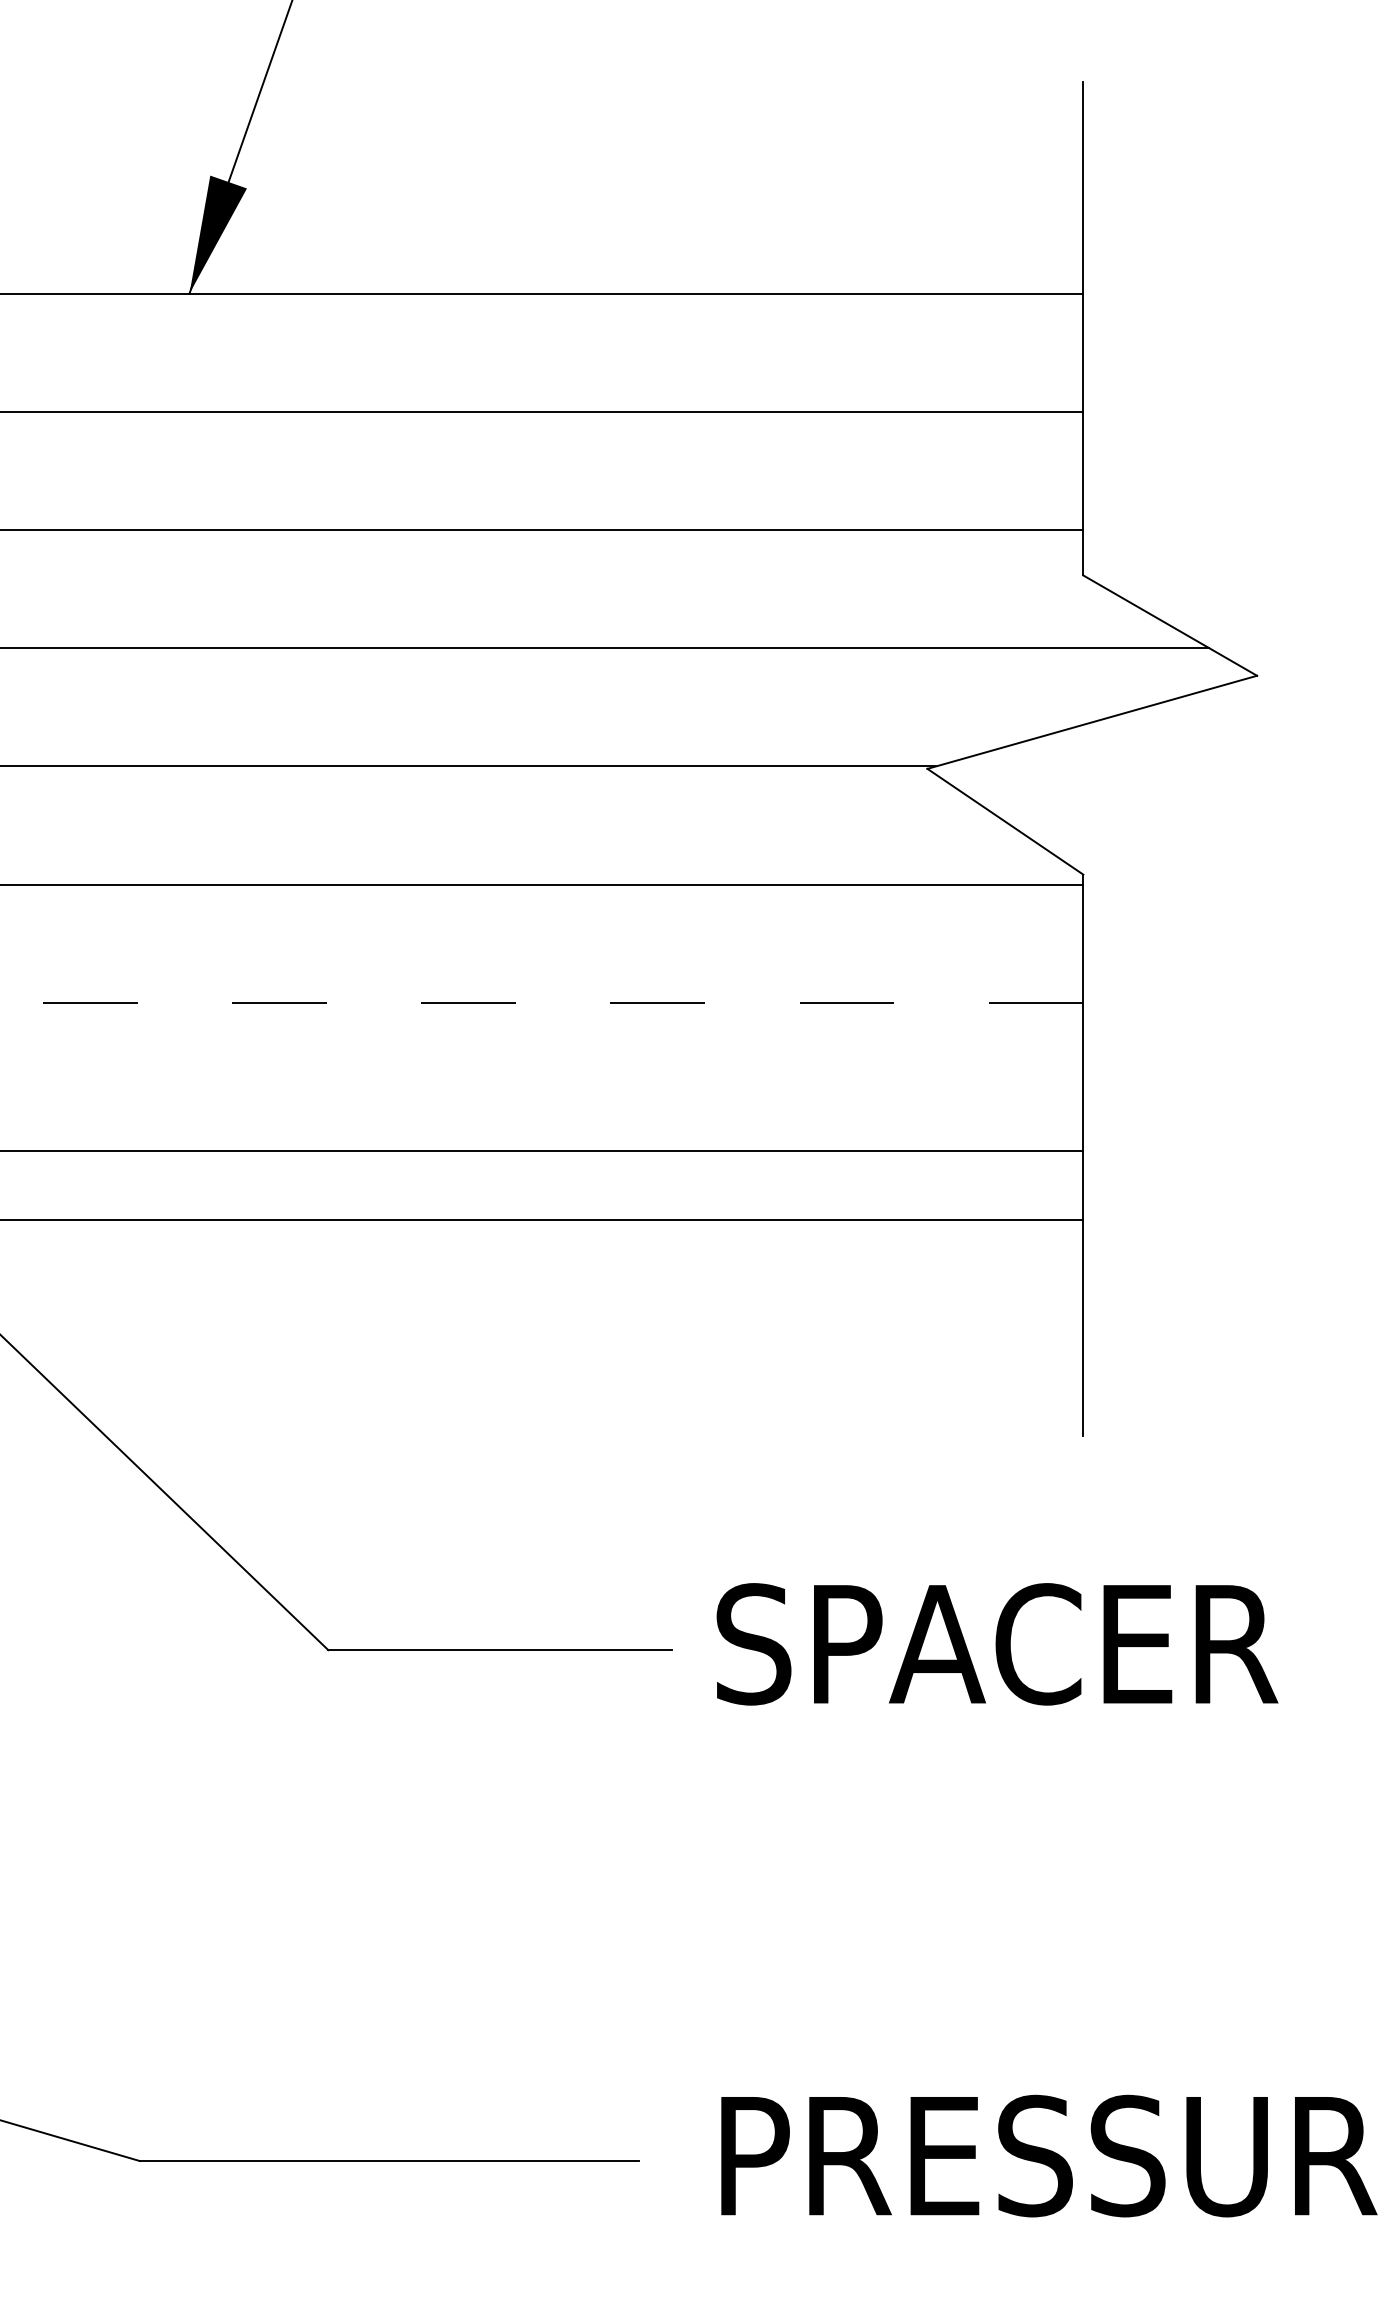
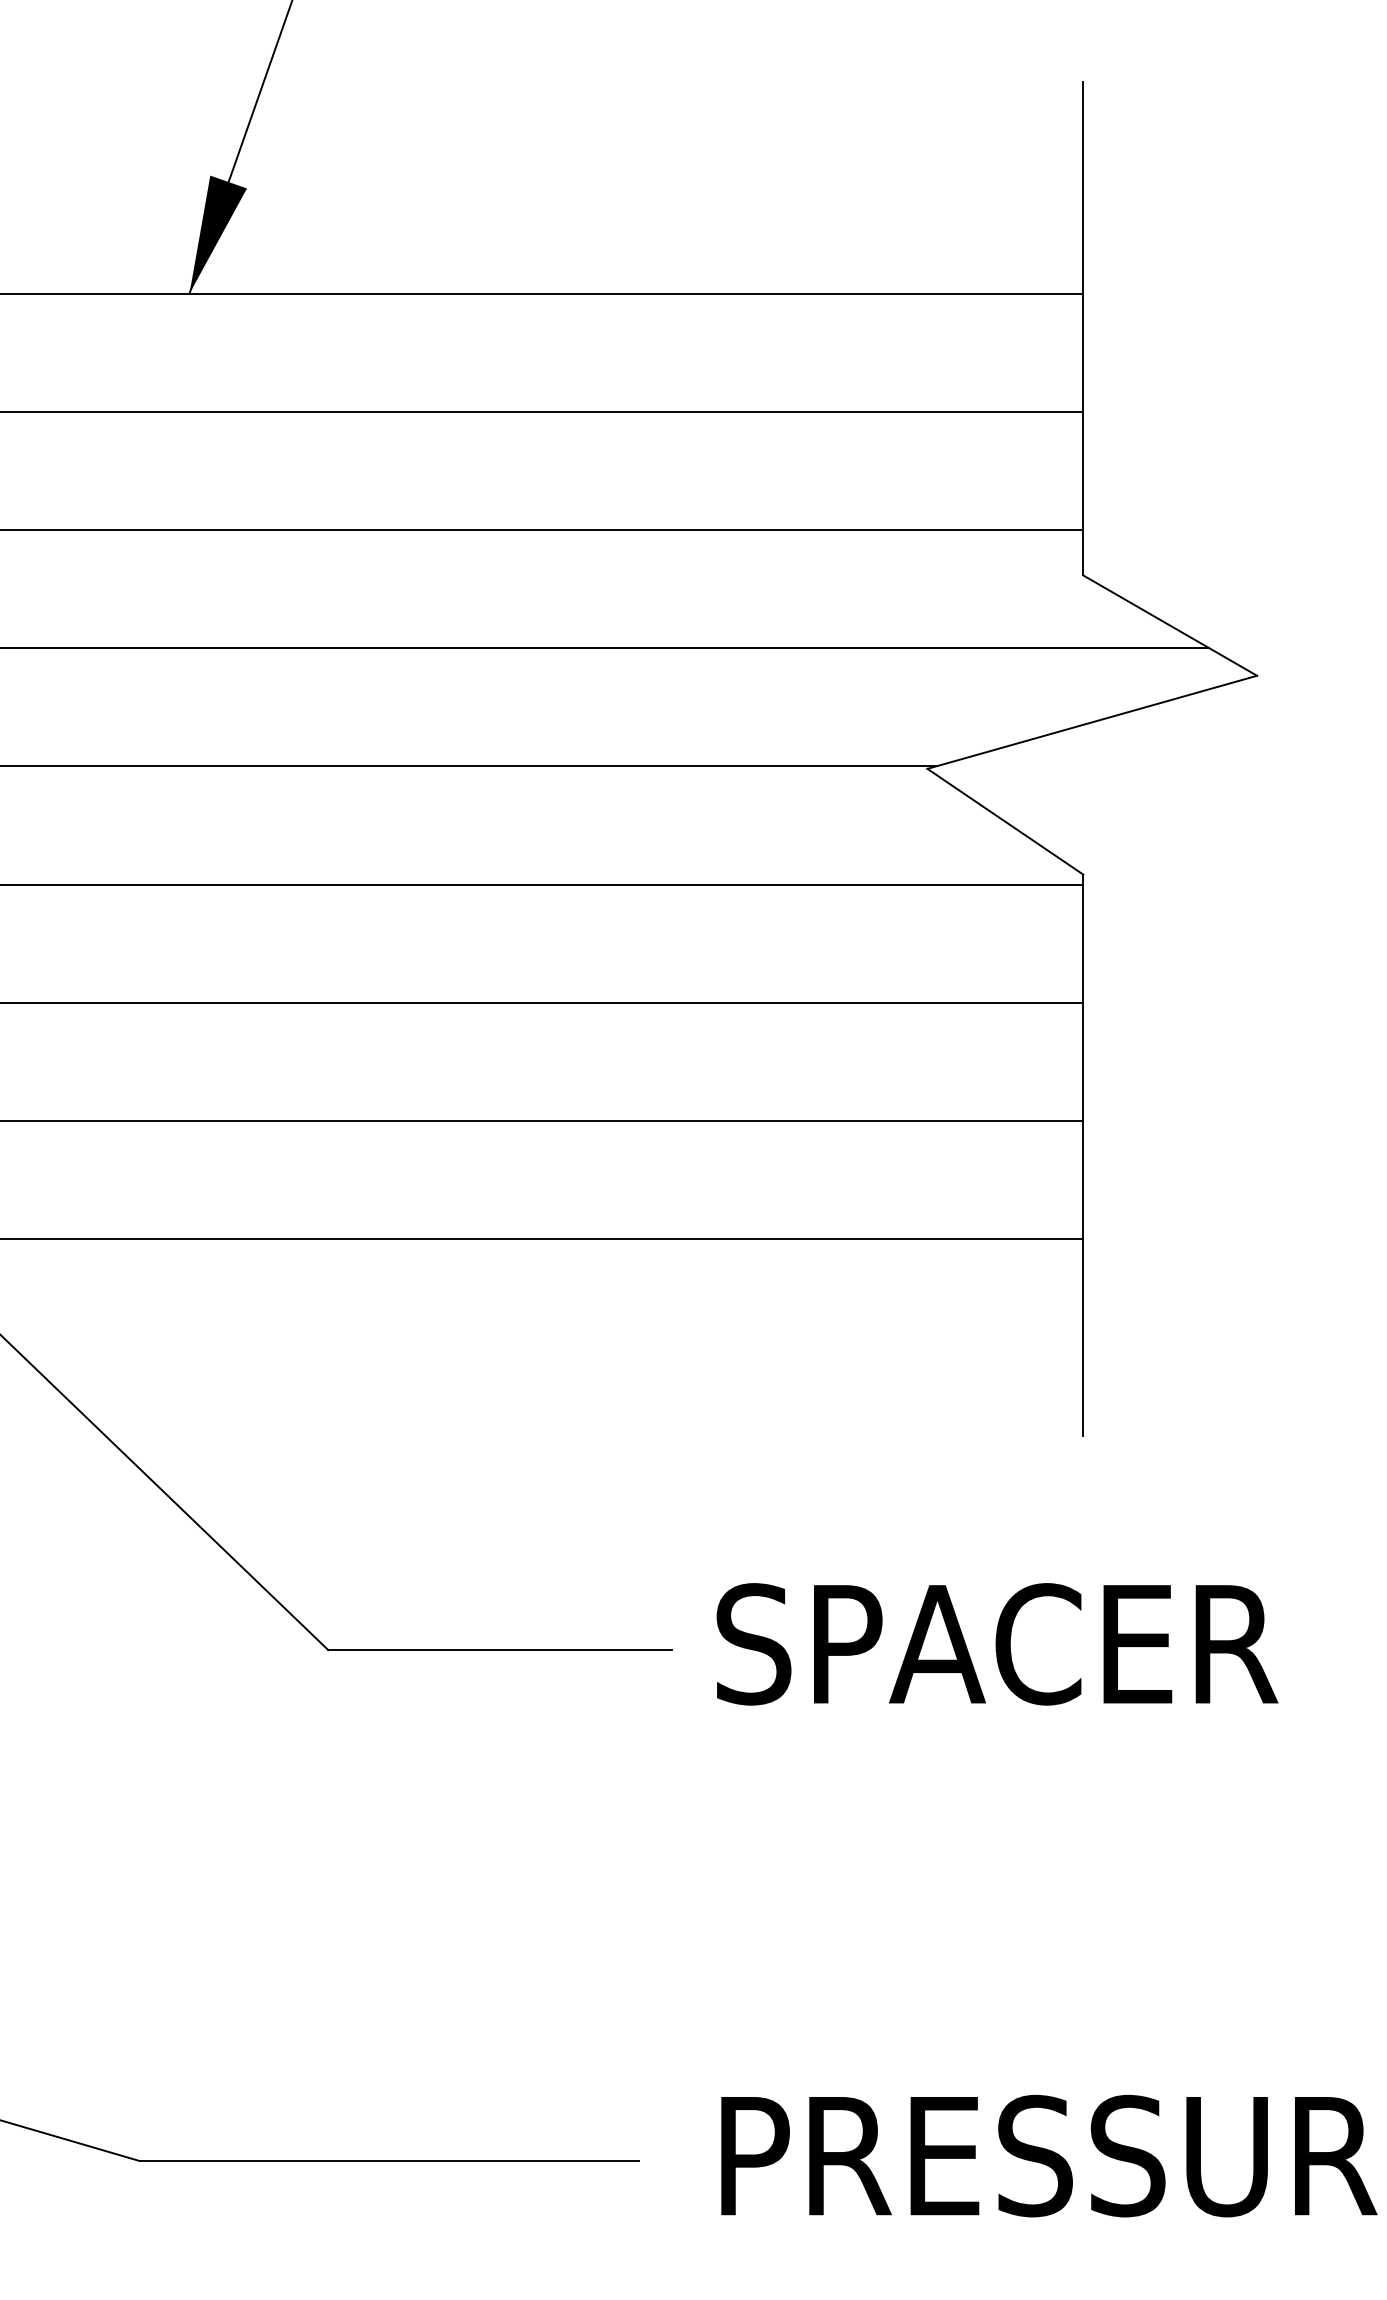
line at (541, 1002): dashed -> solid
line at (542, 1151) position: (542, 1151) -> (542, 1121)
line at (542, 1220) position: (542, 1220) -> (542, 1239)
